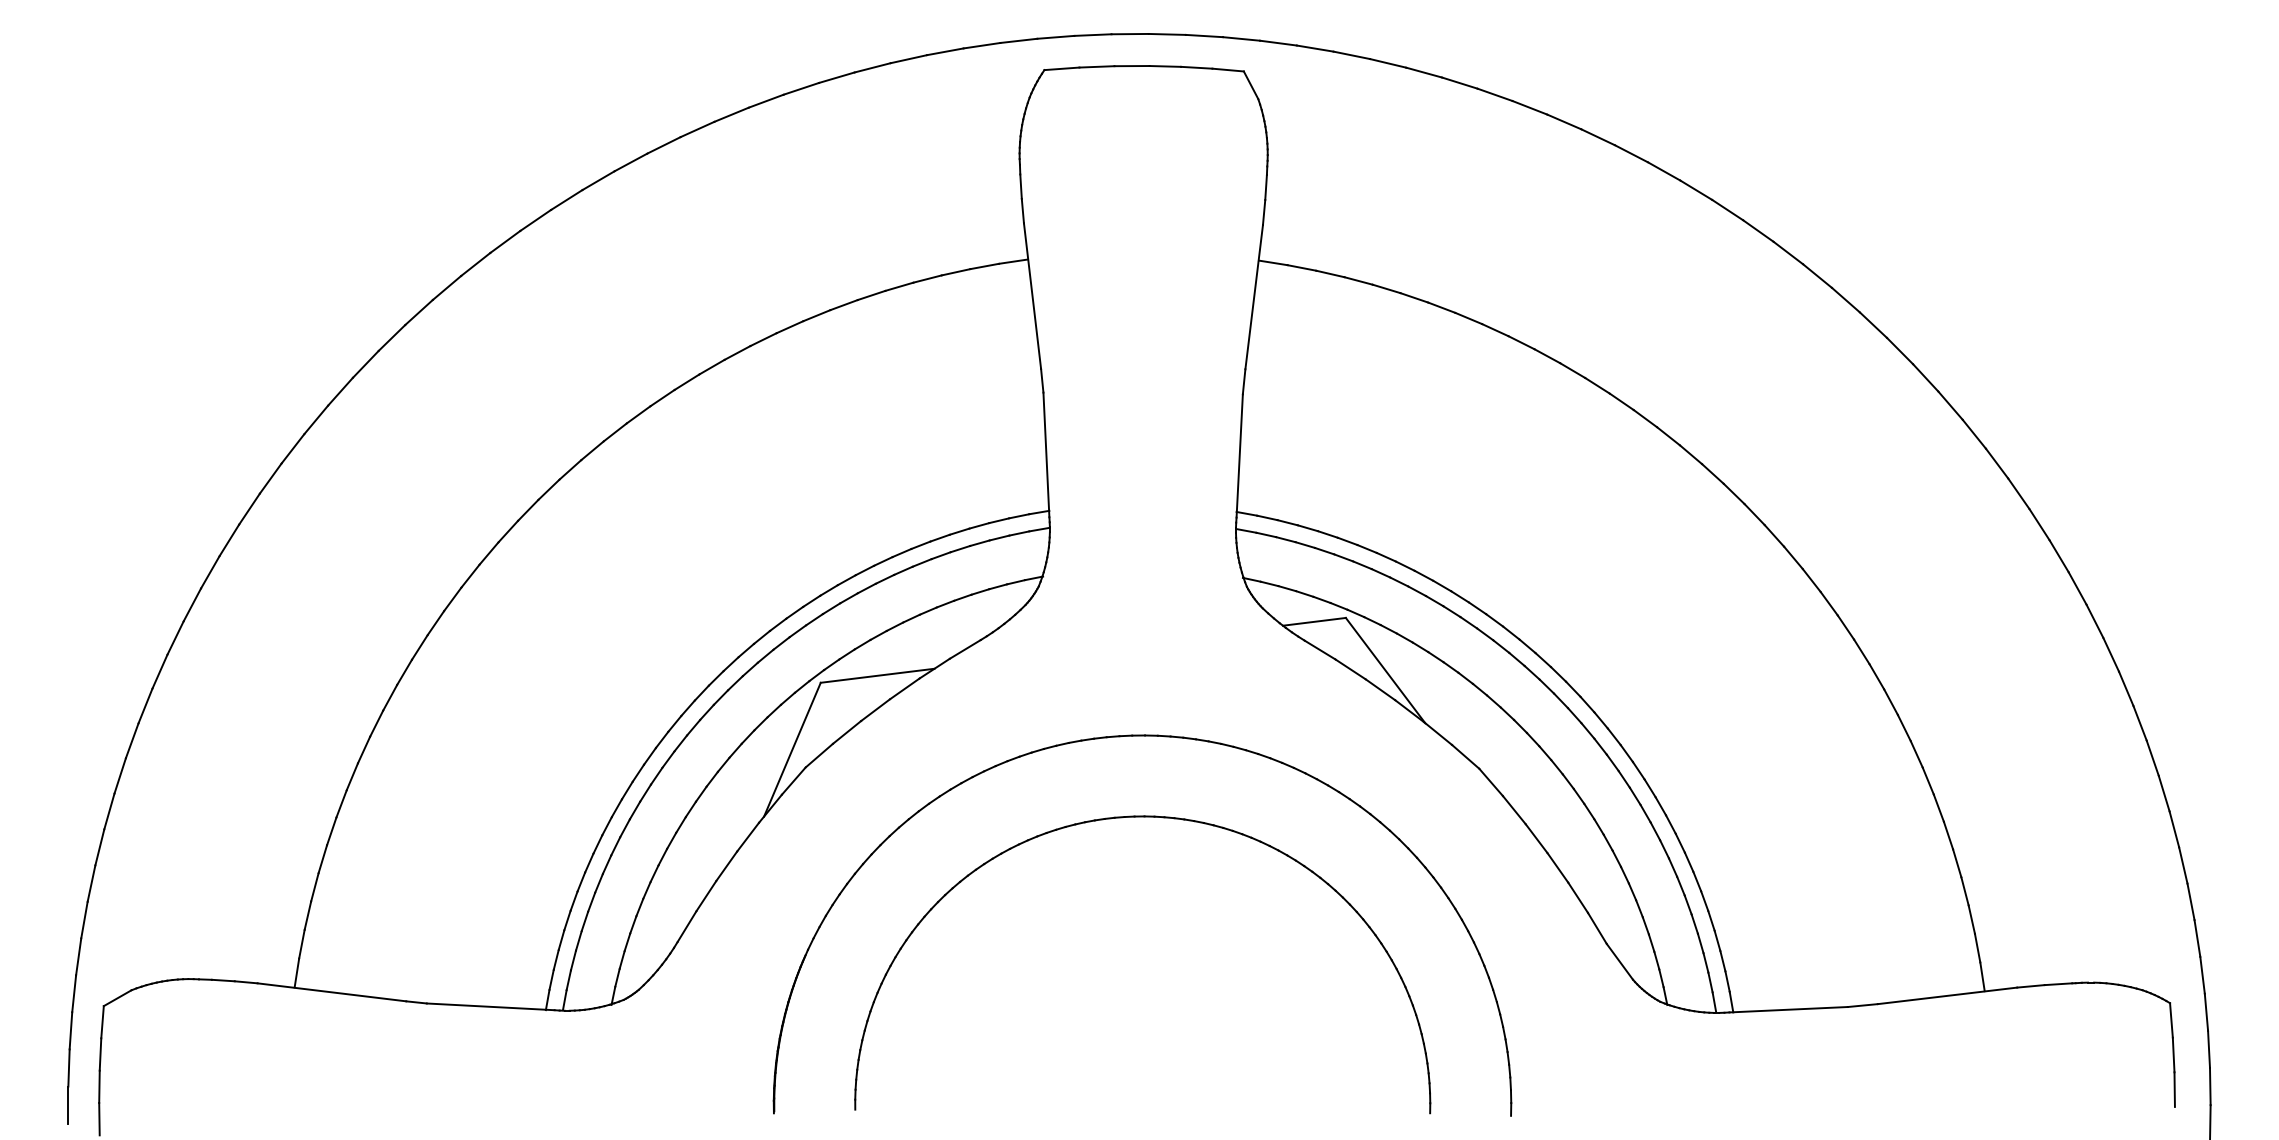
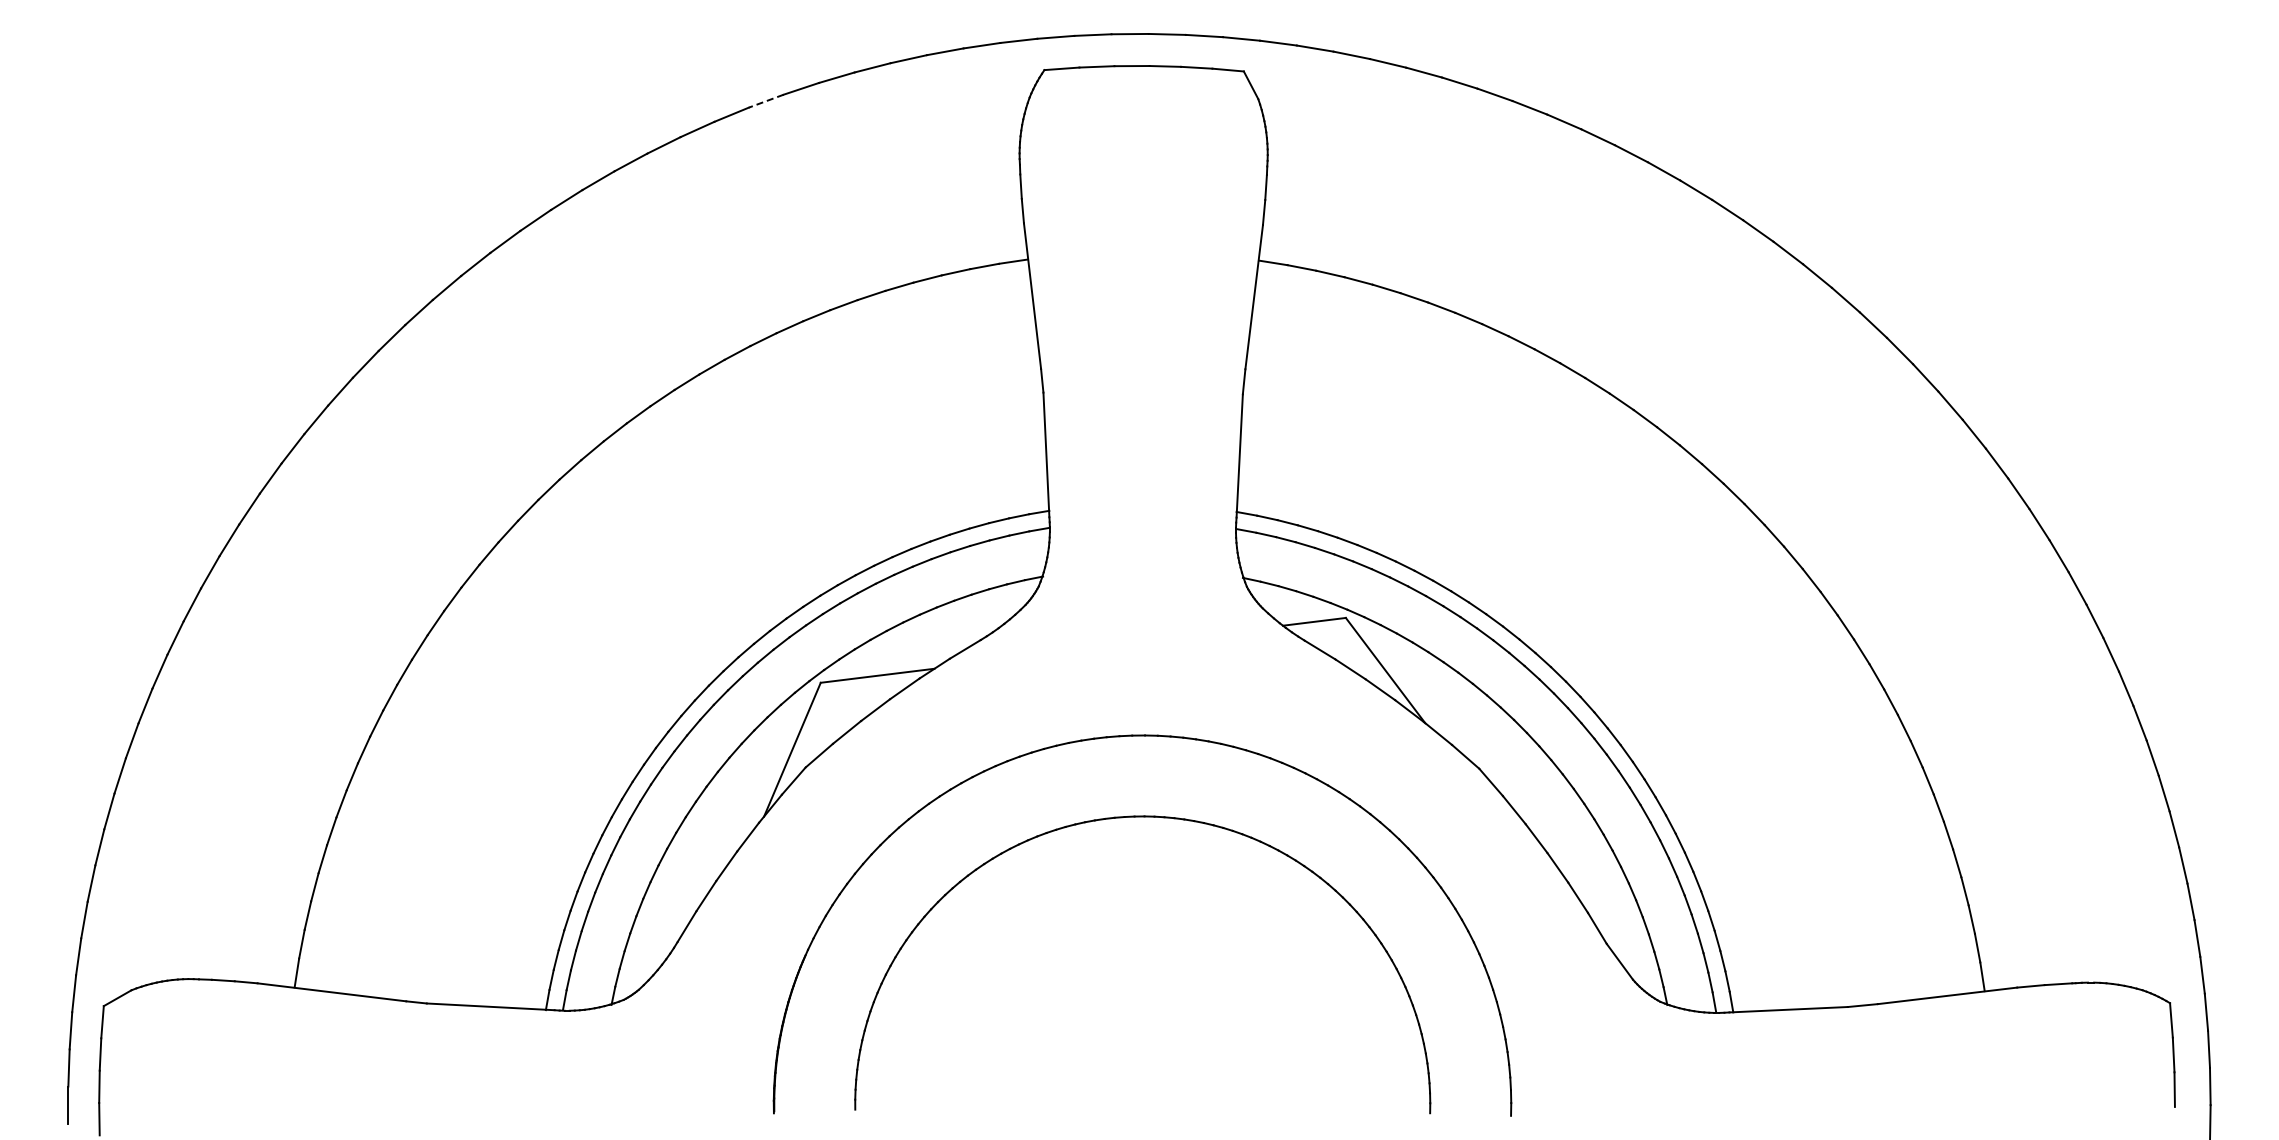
line at (766, 101): solid -> dashed
